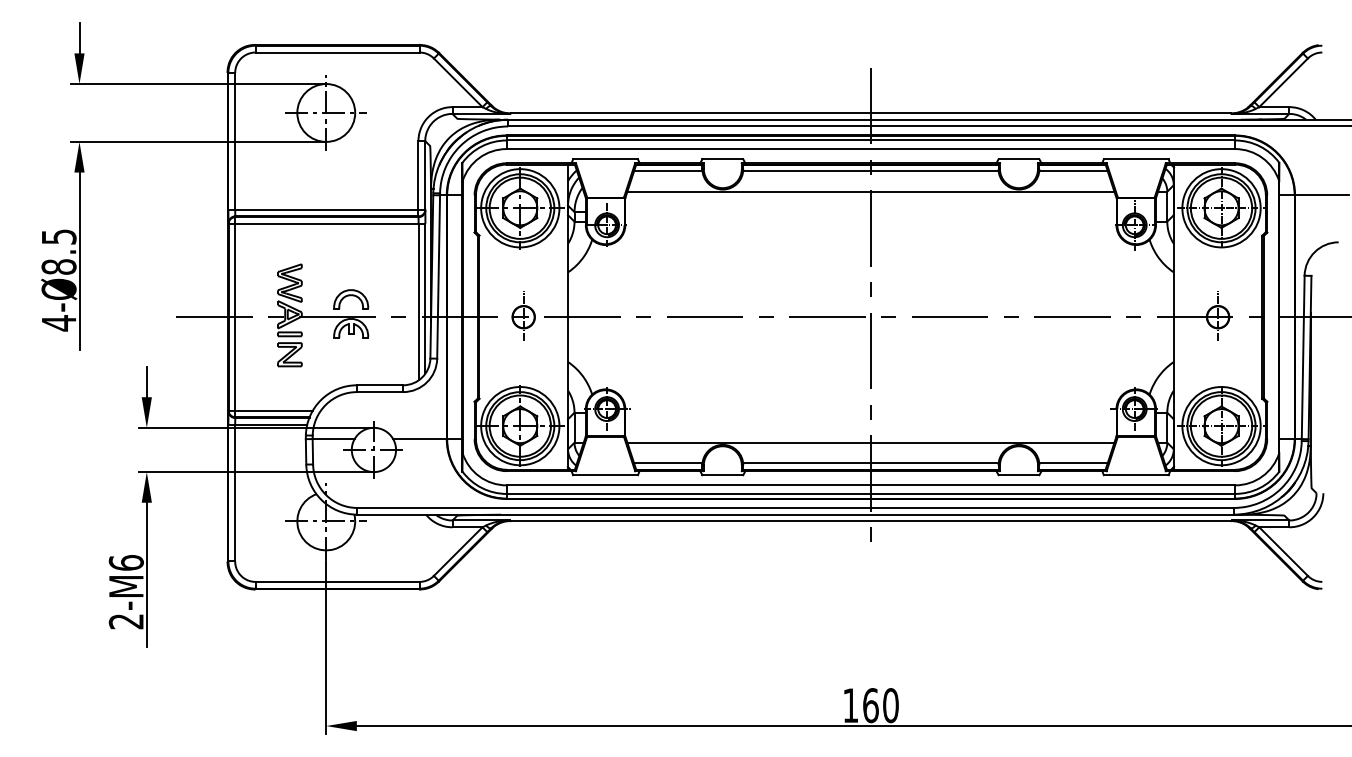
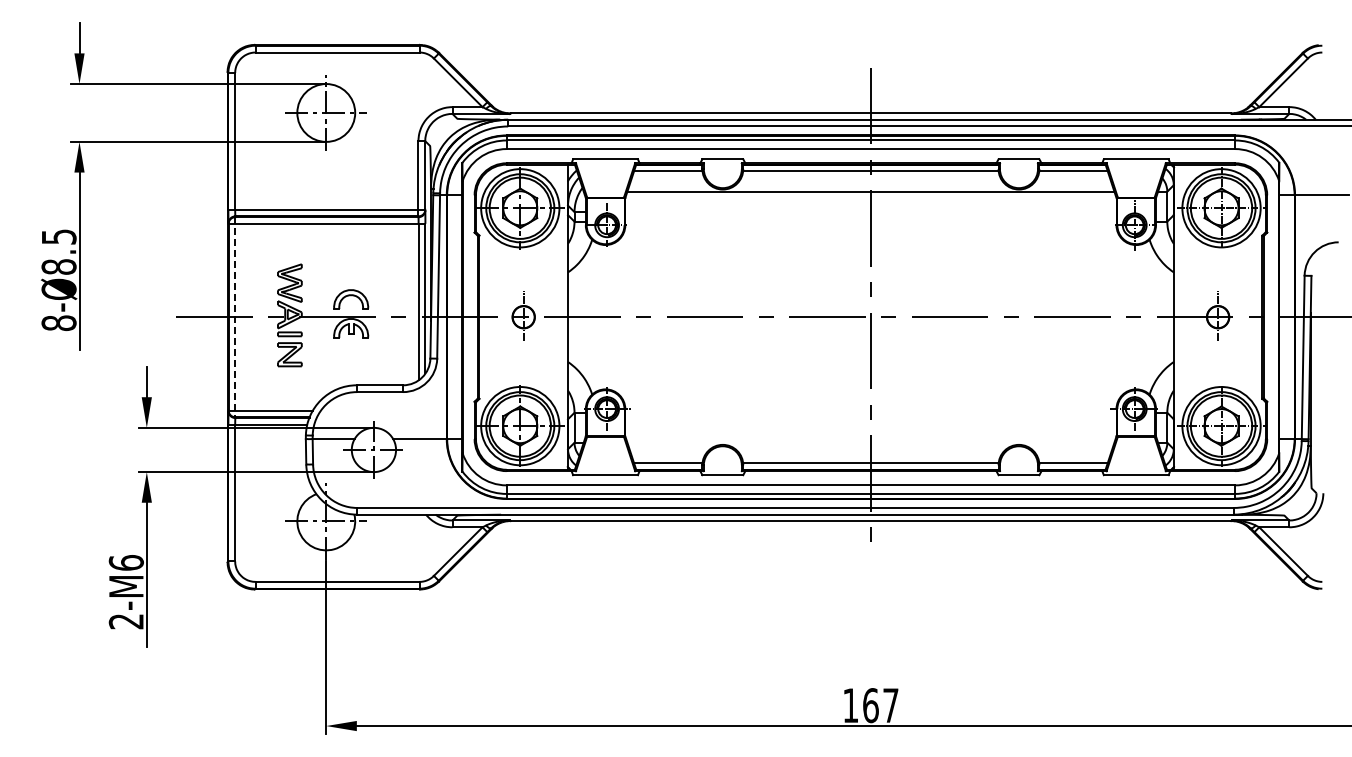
line at (235, 317): solid -> dashed
text at (58, 323): 4-Ø8.5 -> 8-Ø8.5
line at (870, 442): present -> none
text at (890, 705): 160 -> 167
